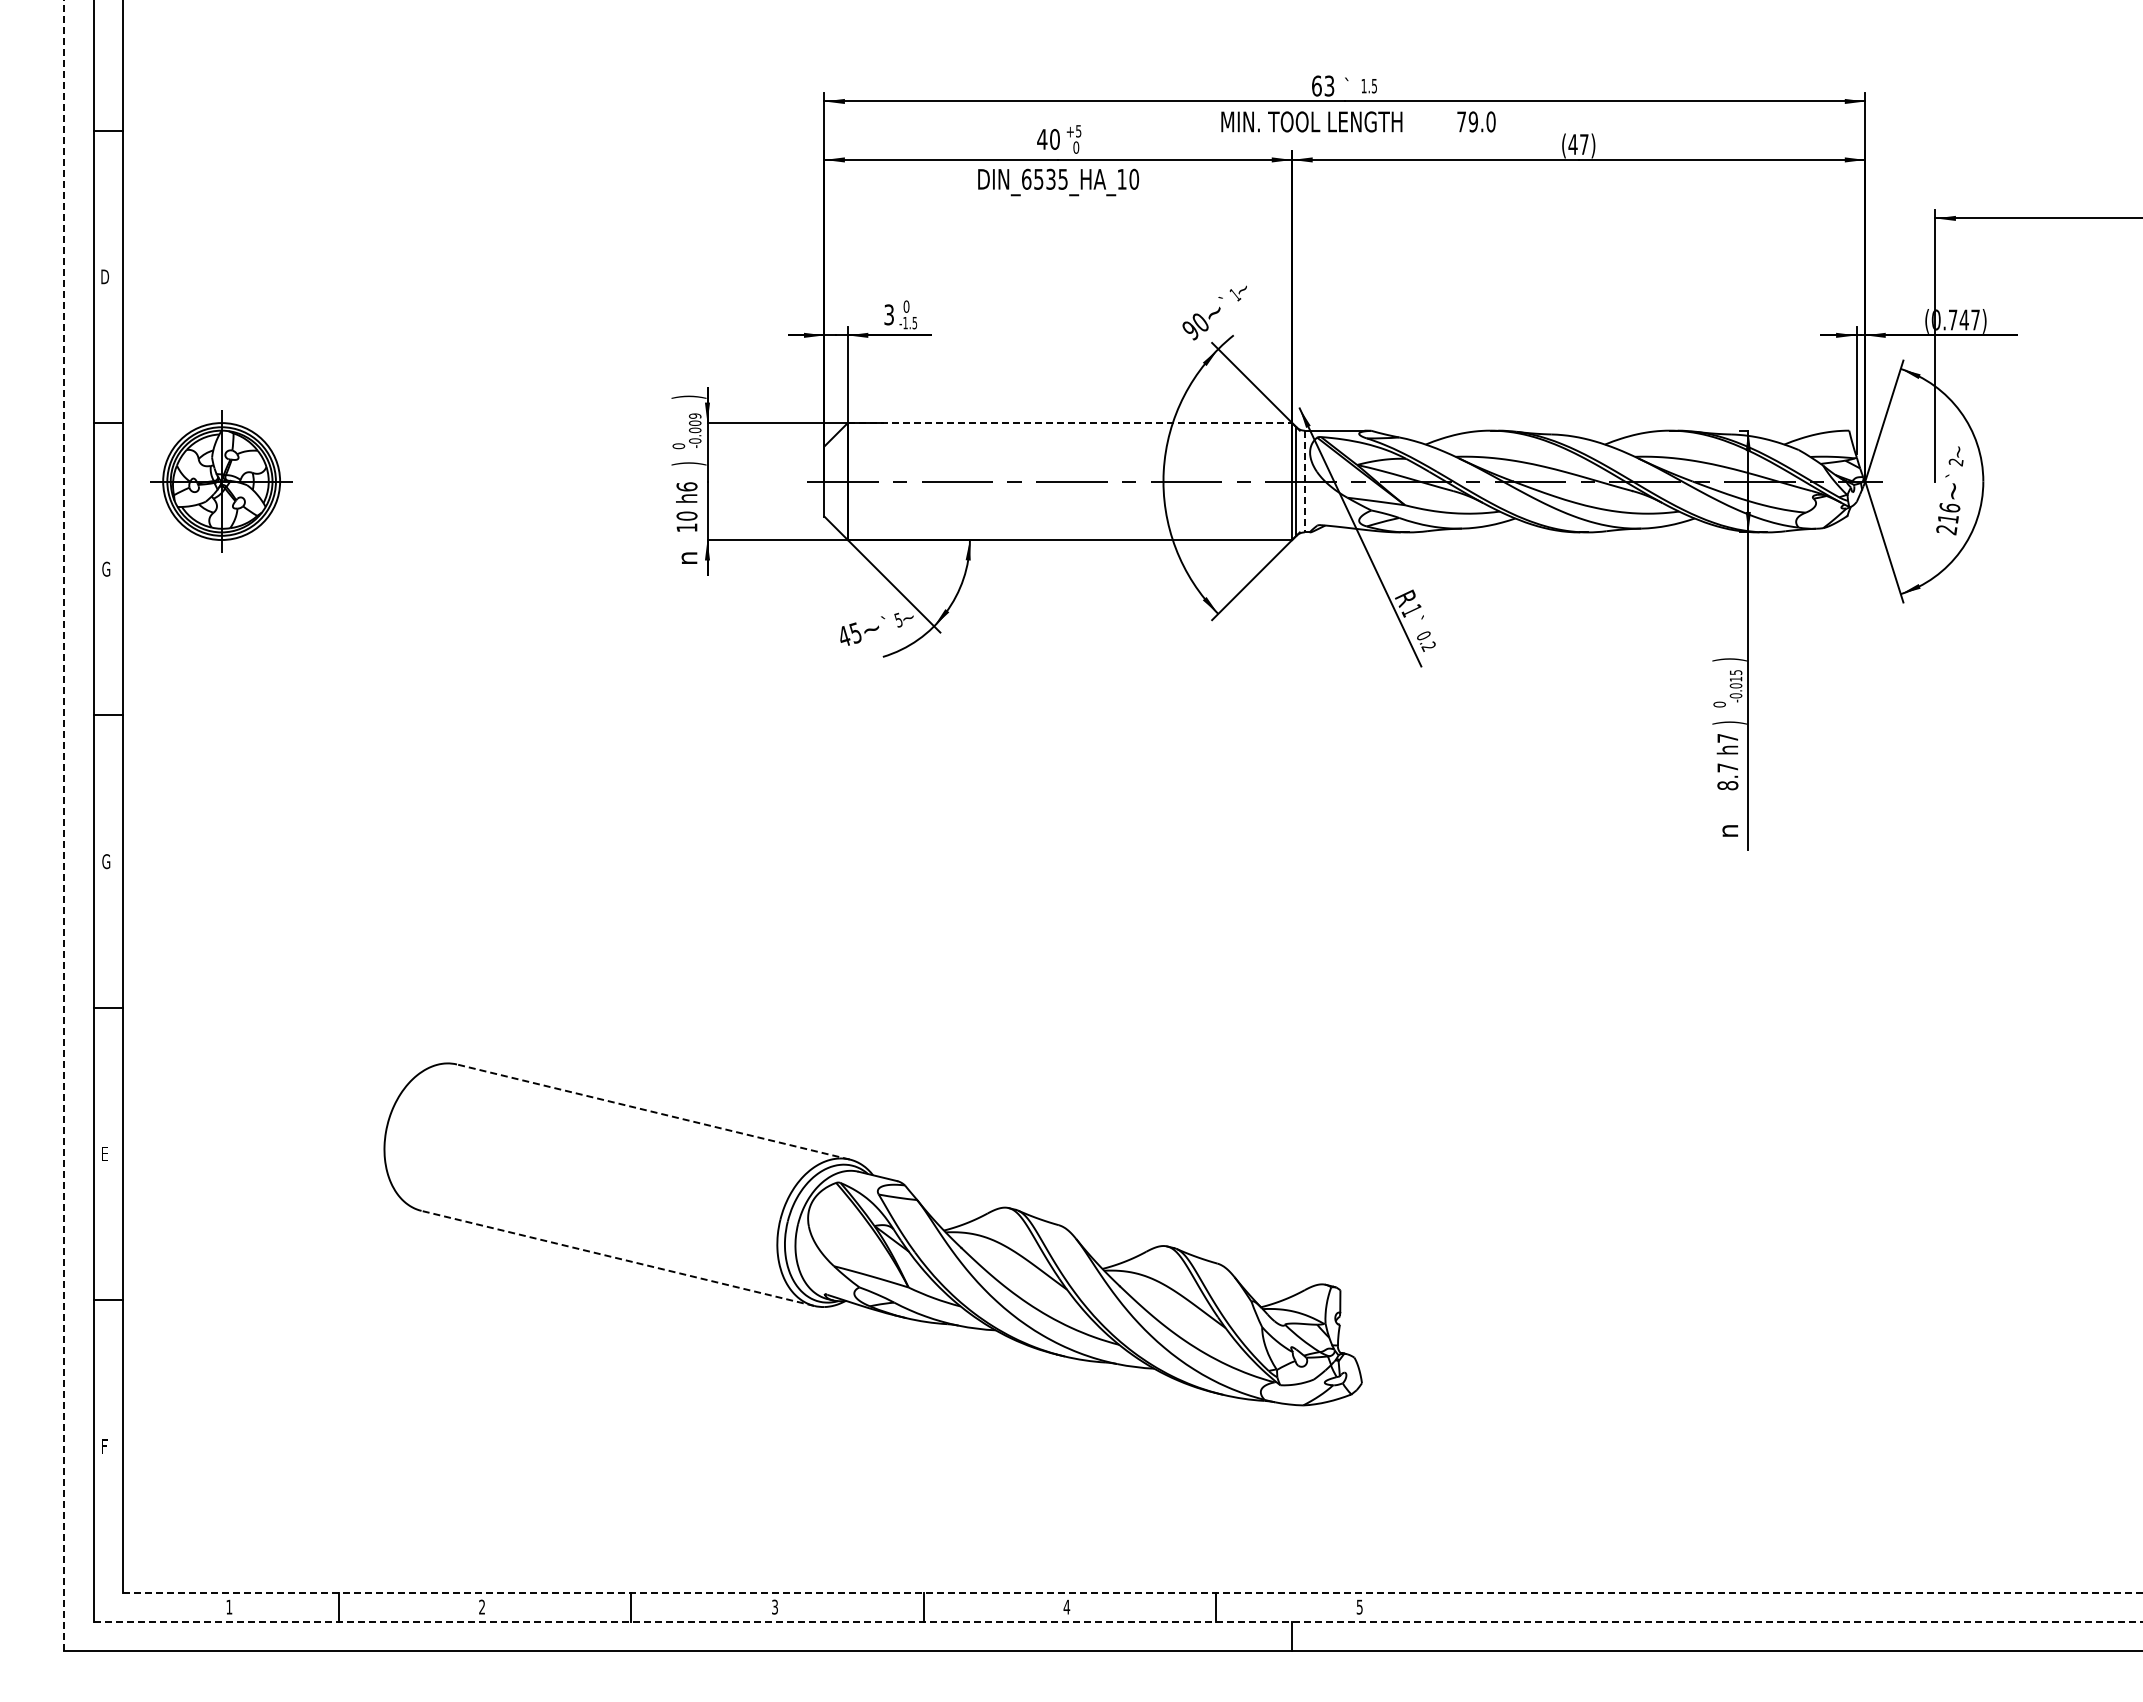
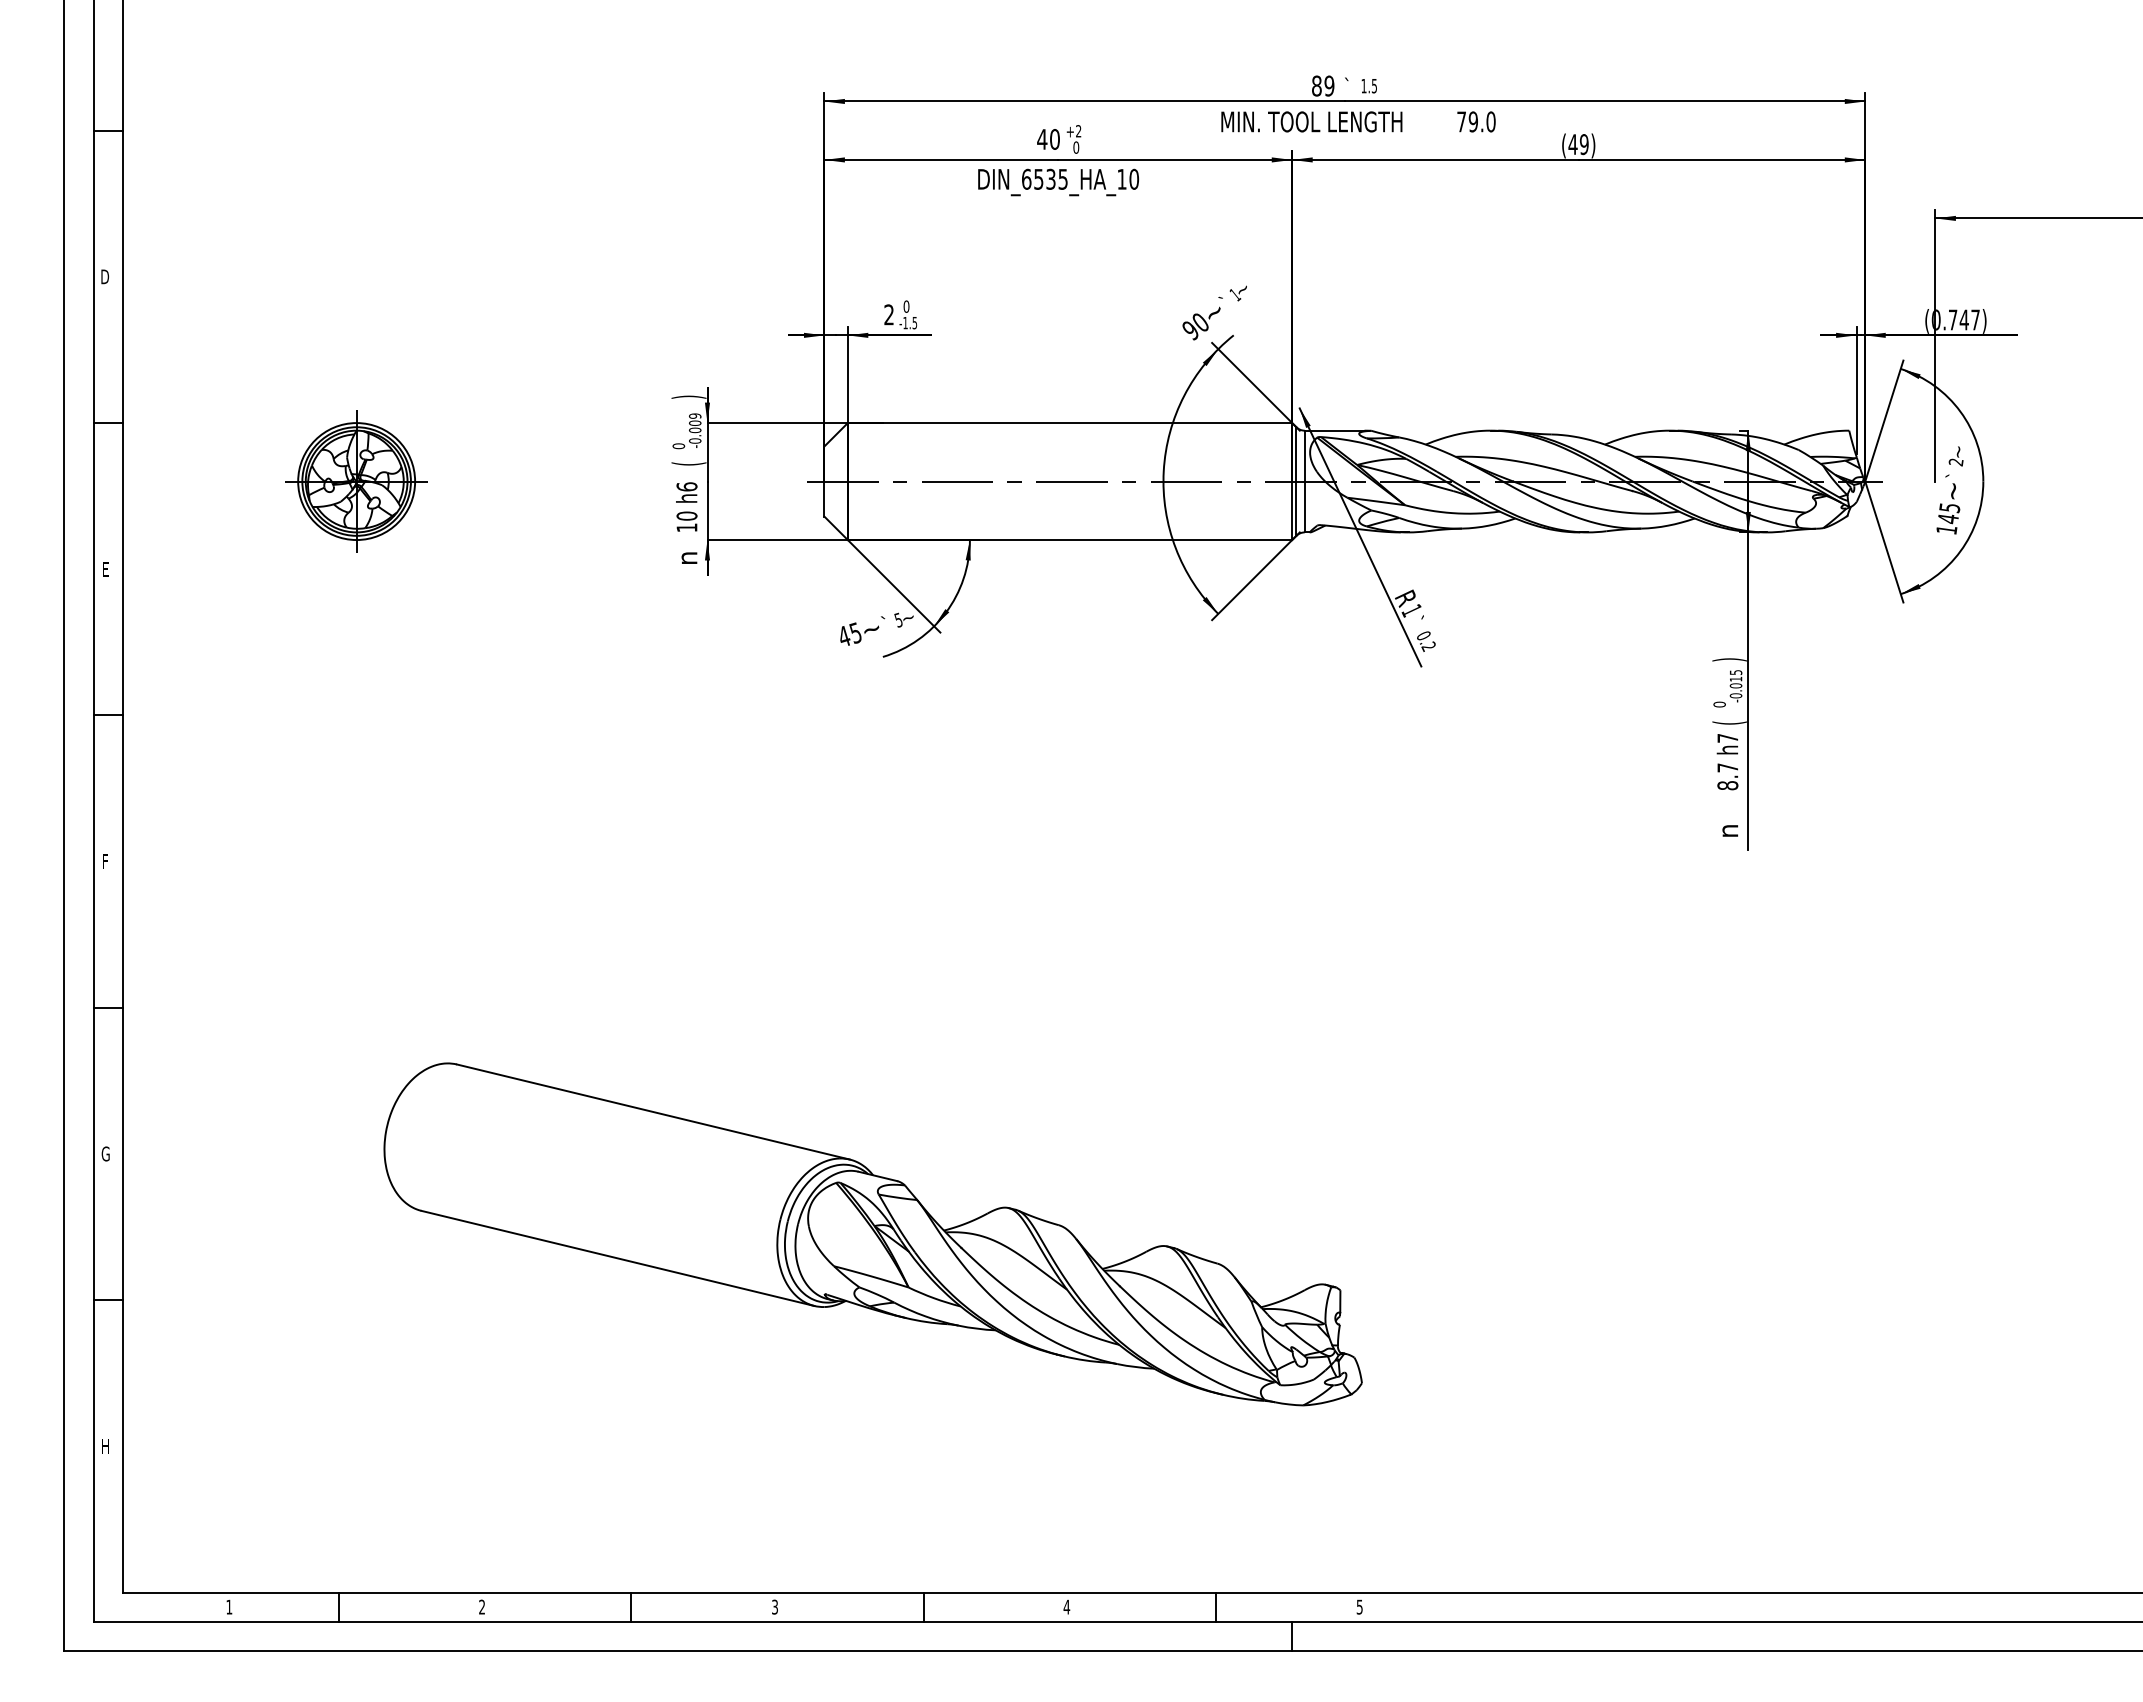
text at (1323, 85): 63 -> 89
text at (1078, 131): +5 -> +2
text at (1583, 144): (47) -> (49)
text at (888, 314): 3 -> 2
line at (1070, 423): dashed -> solid
text at (688, 463): ) -> (
part at (221, 481) position: (221, 481) -> (356, 481)
line at (1304, 481): dashed -> solid
text at (1948, 519): 216 -> 145
text at (106, 568): G -> E
text at (1729, 722): ) -> (
line at (64, 825): dashed -> solid
text at (106, 861): G -> F
line at (652, 1111): dashed -> solid
text at (105, 1153): E -> G
line at (617, 1258): dashed -> solid
text at (105, 1446): F -> H
line at (1132, 1592): dashed -> solid
line at (1118, 1621): dashed -> solid
